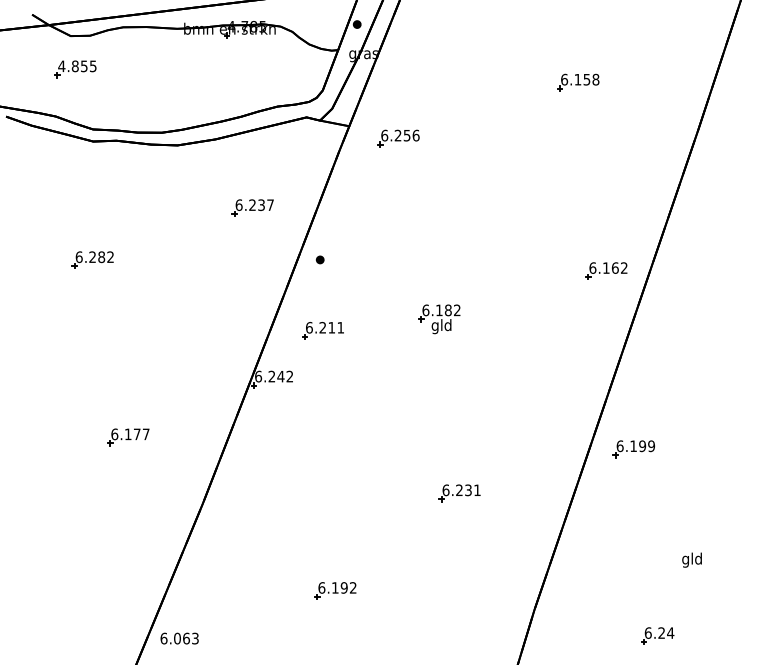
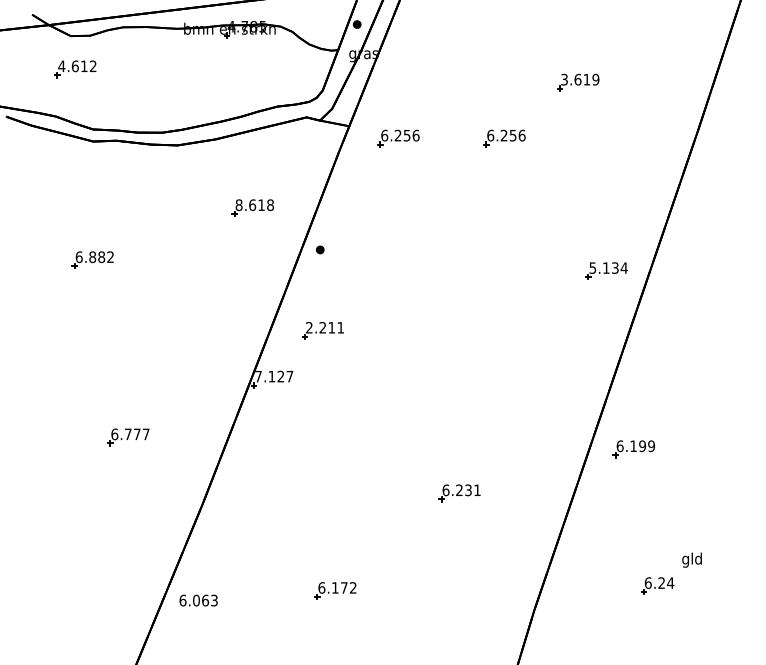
text at (83, 66): 4.855 -> 4.612
text at (580, 79): 6.158 -> 3.619
part at (504, 138): none -> present
text at (254, 205): 6.237 -> 8.618
text at (92, 257): 6.282 -> 6.882
part at (319, 259) position: (319, 259) -> (319, 249)
text at (608, 267): 6.162 -> 5.134
part at (439, 319): present -> none
text at (309, 327): 6.211 -> 2.211
text at (274, 376): 6.242 -> 7.127
text at (128, 434): 6.177 -> 6.777
text at (343, 587): 6.192 -> 6.172
part at (657, 635) position: (657, 635) -> (657, 585)
text at (179, 638) position: (179, 638) -> (198, 600)
